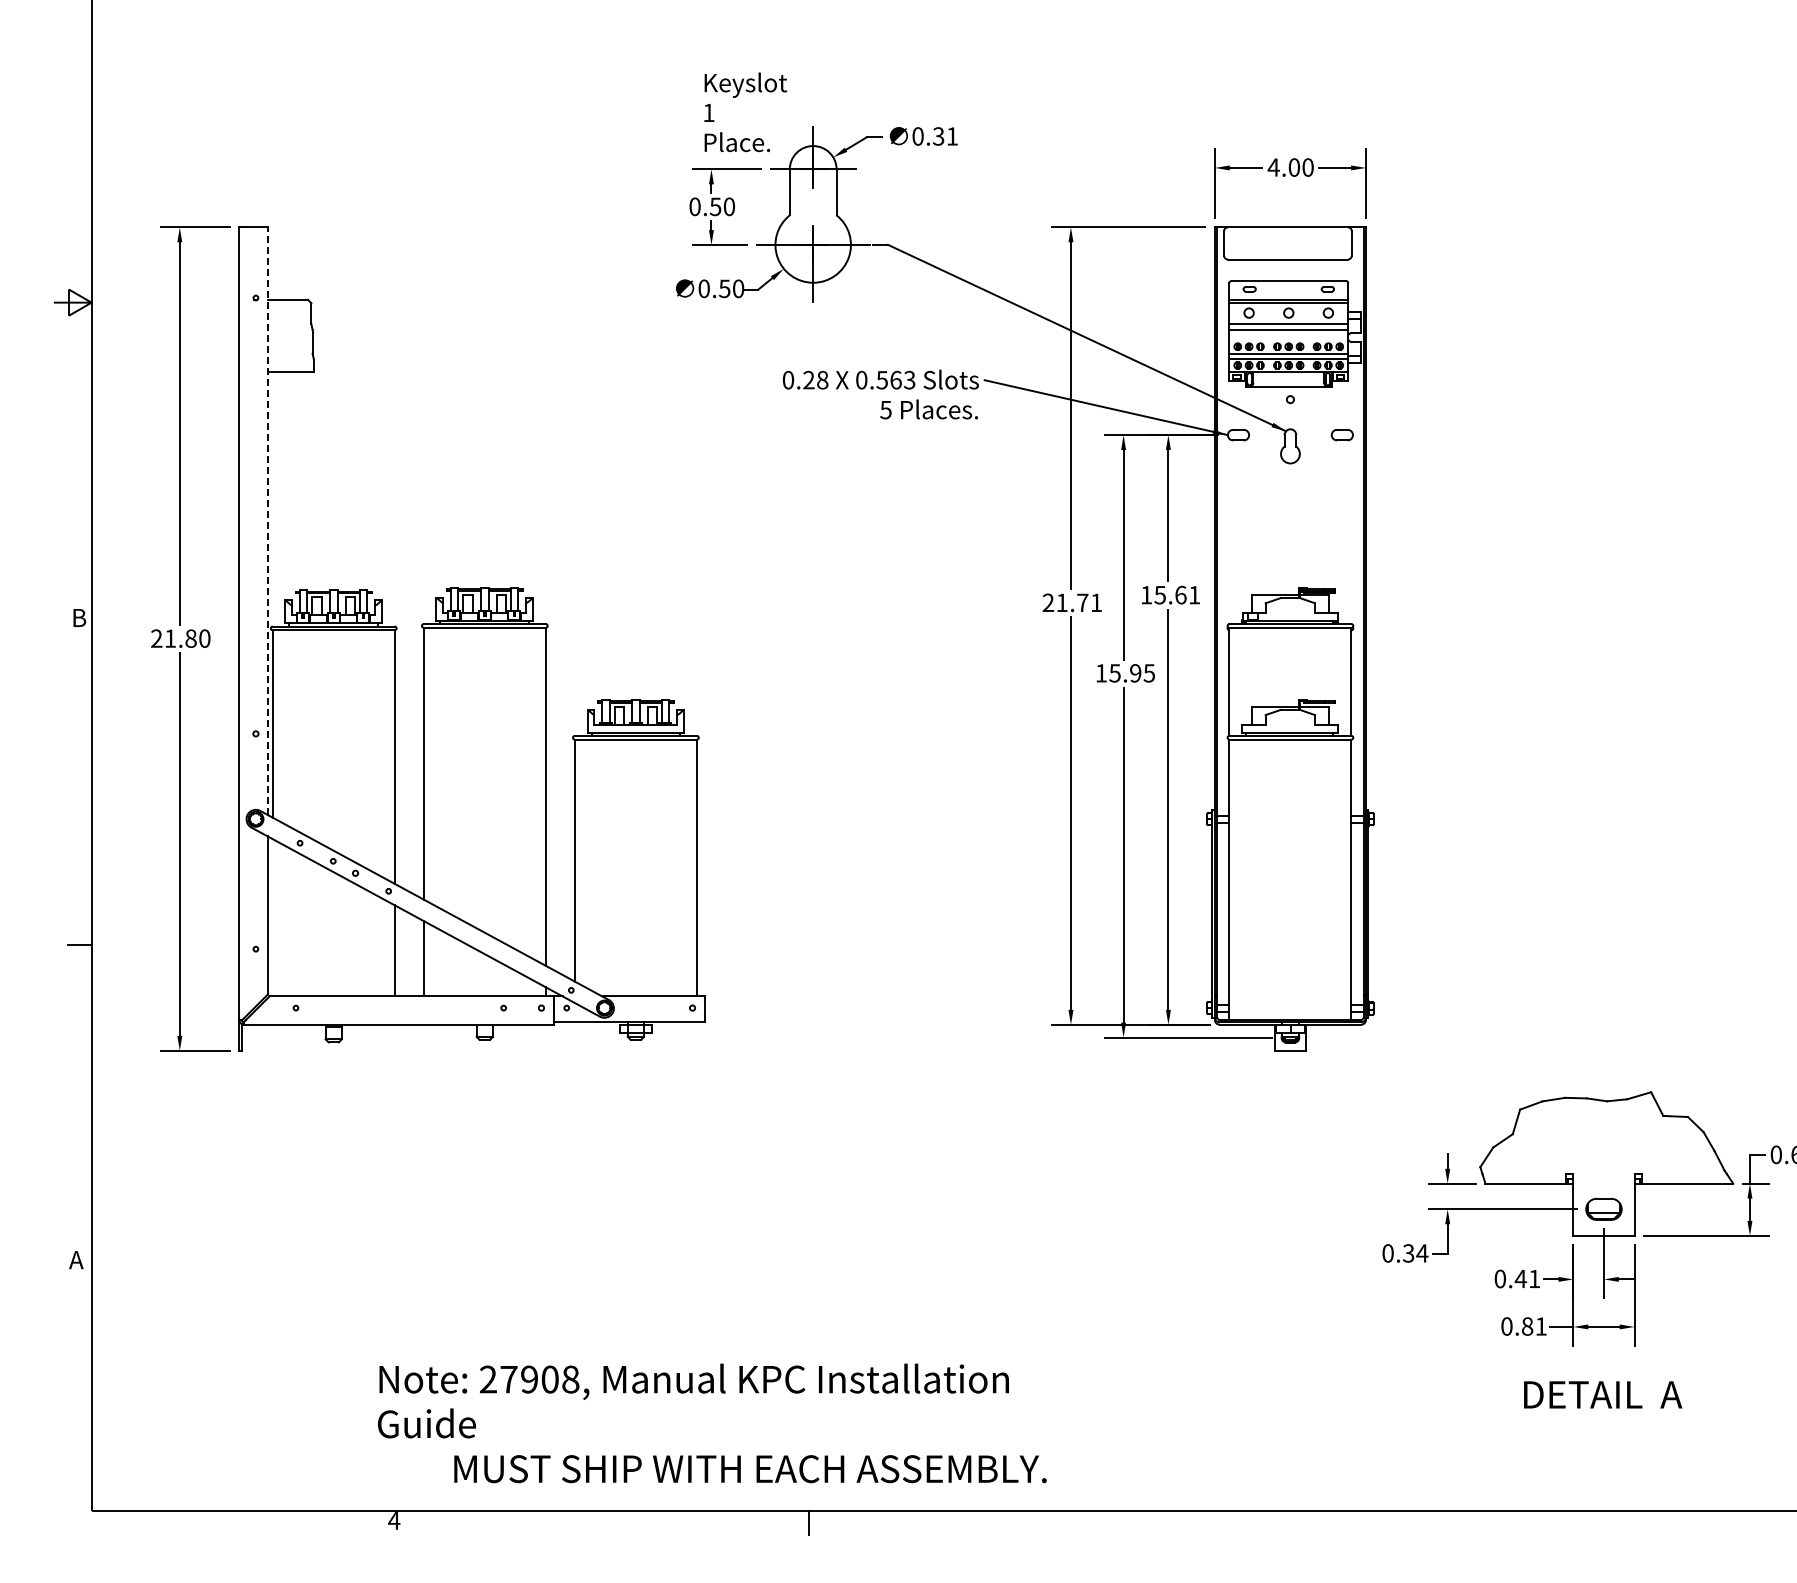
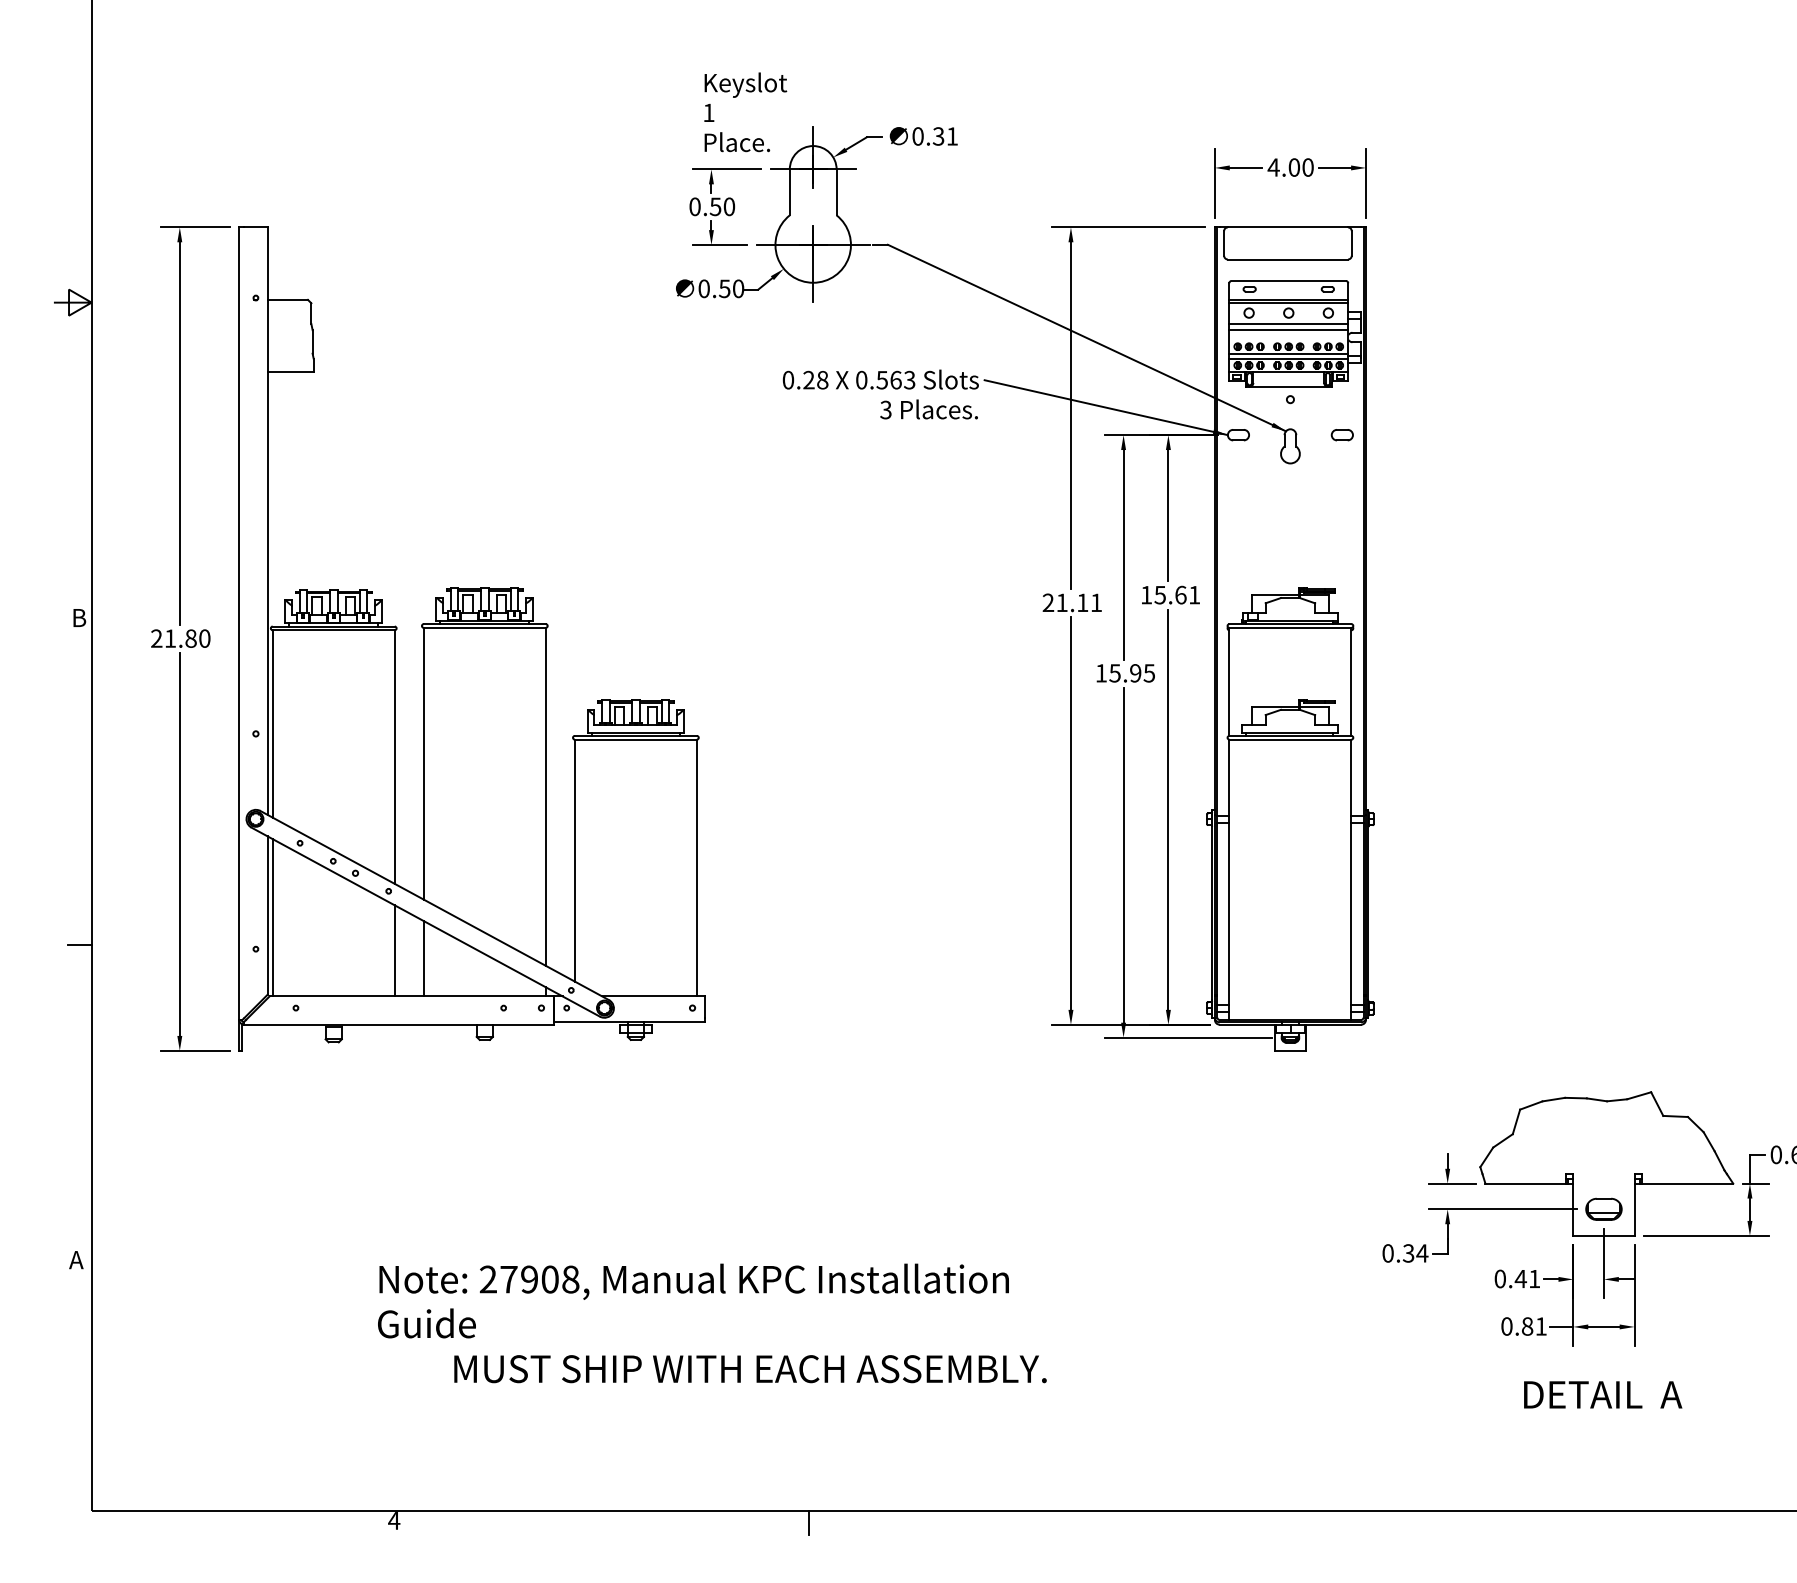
text at (885, 409): 5 -> 3
line at (267, 521): dashed -> solid
text at (1082, 602): 21.71 -> 21.11
line at (272, 917): none -> present
text at (712, 1423) position: (712, 1423) -> (712, 1323)
